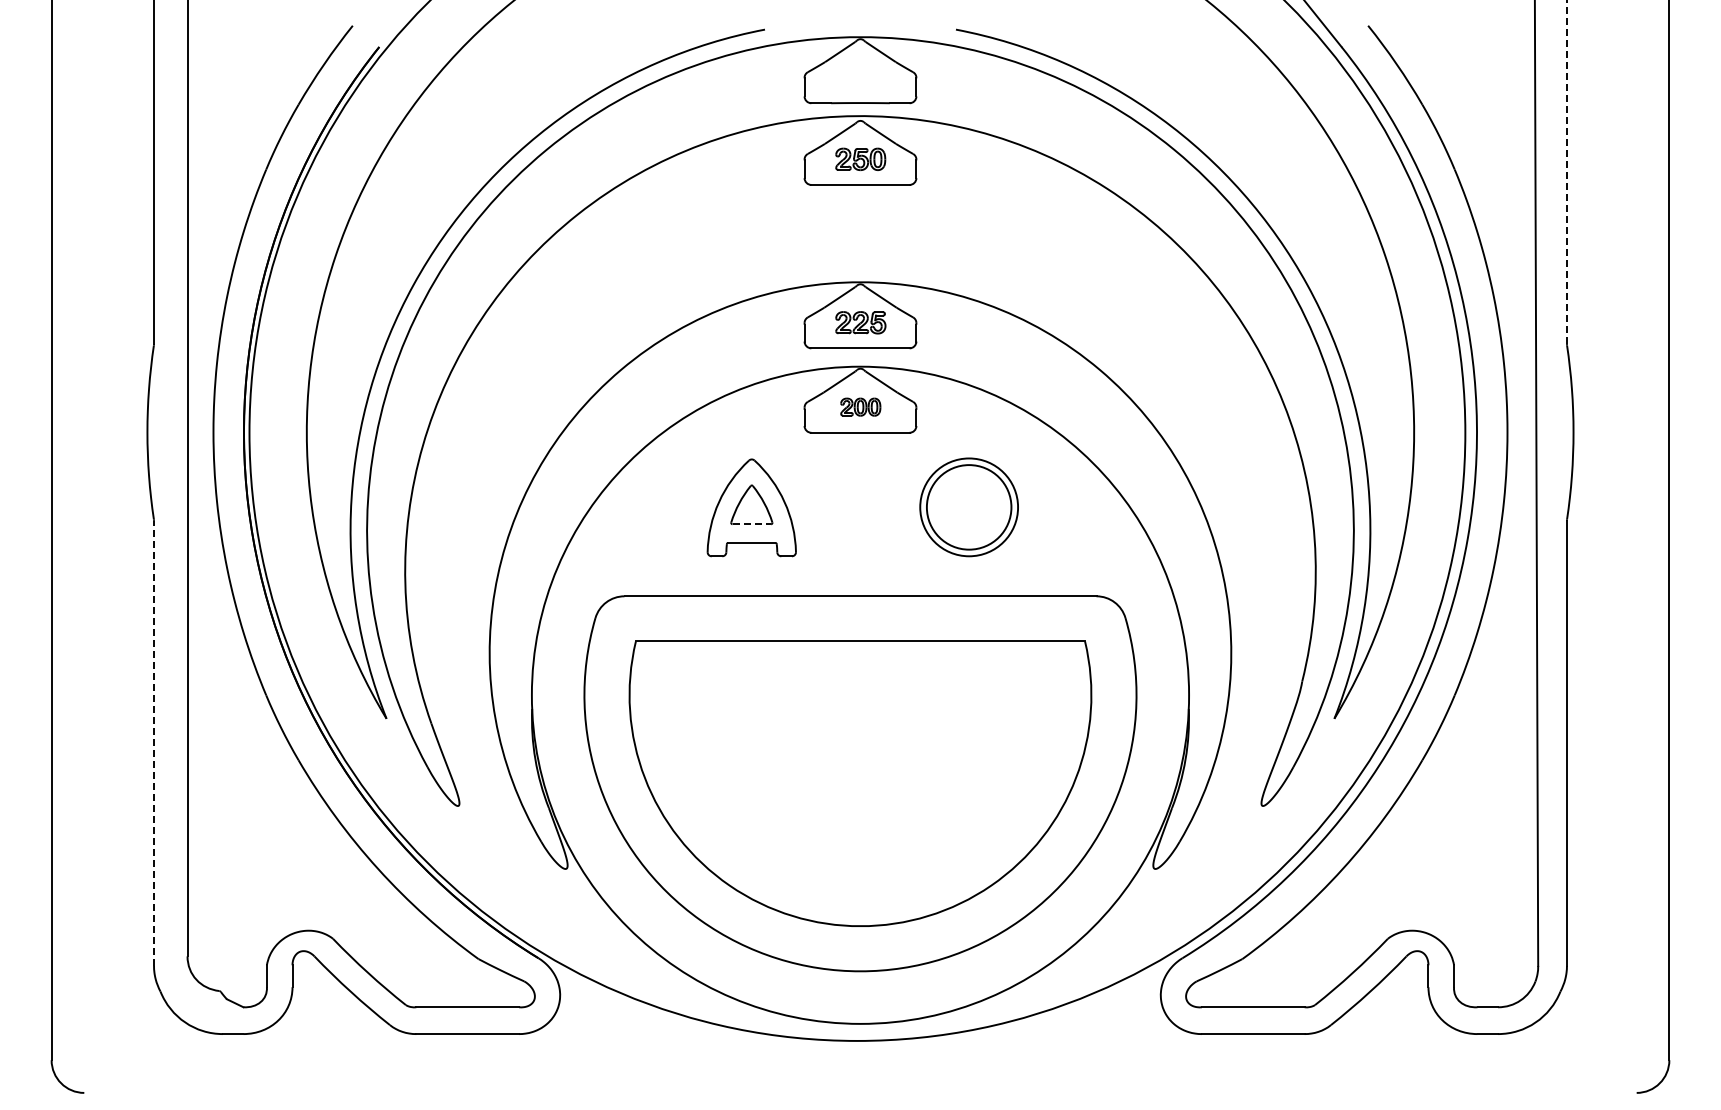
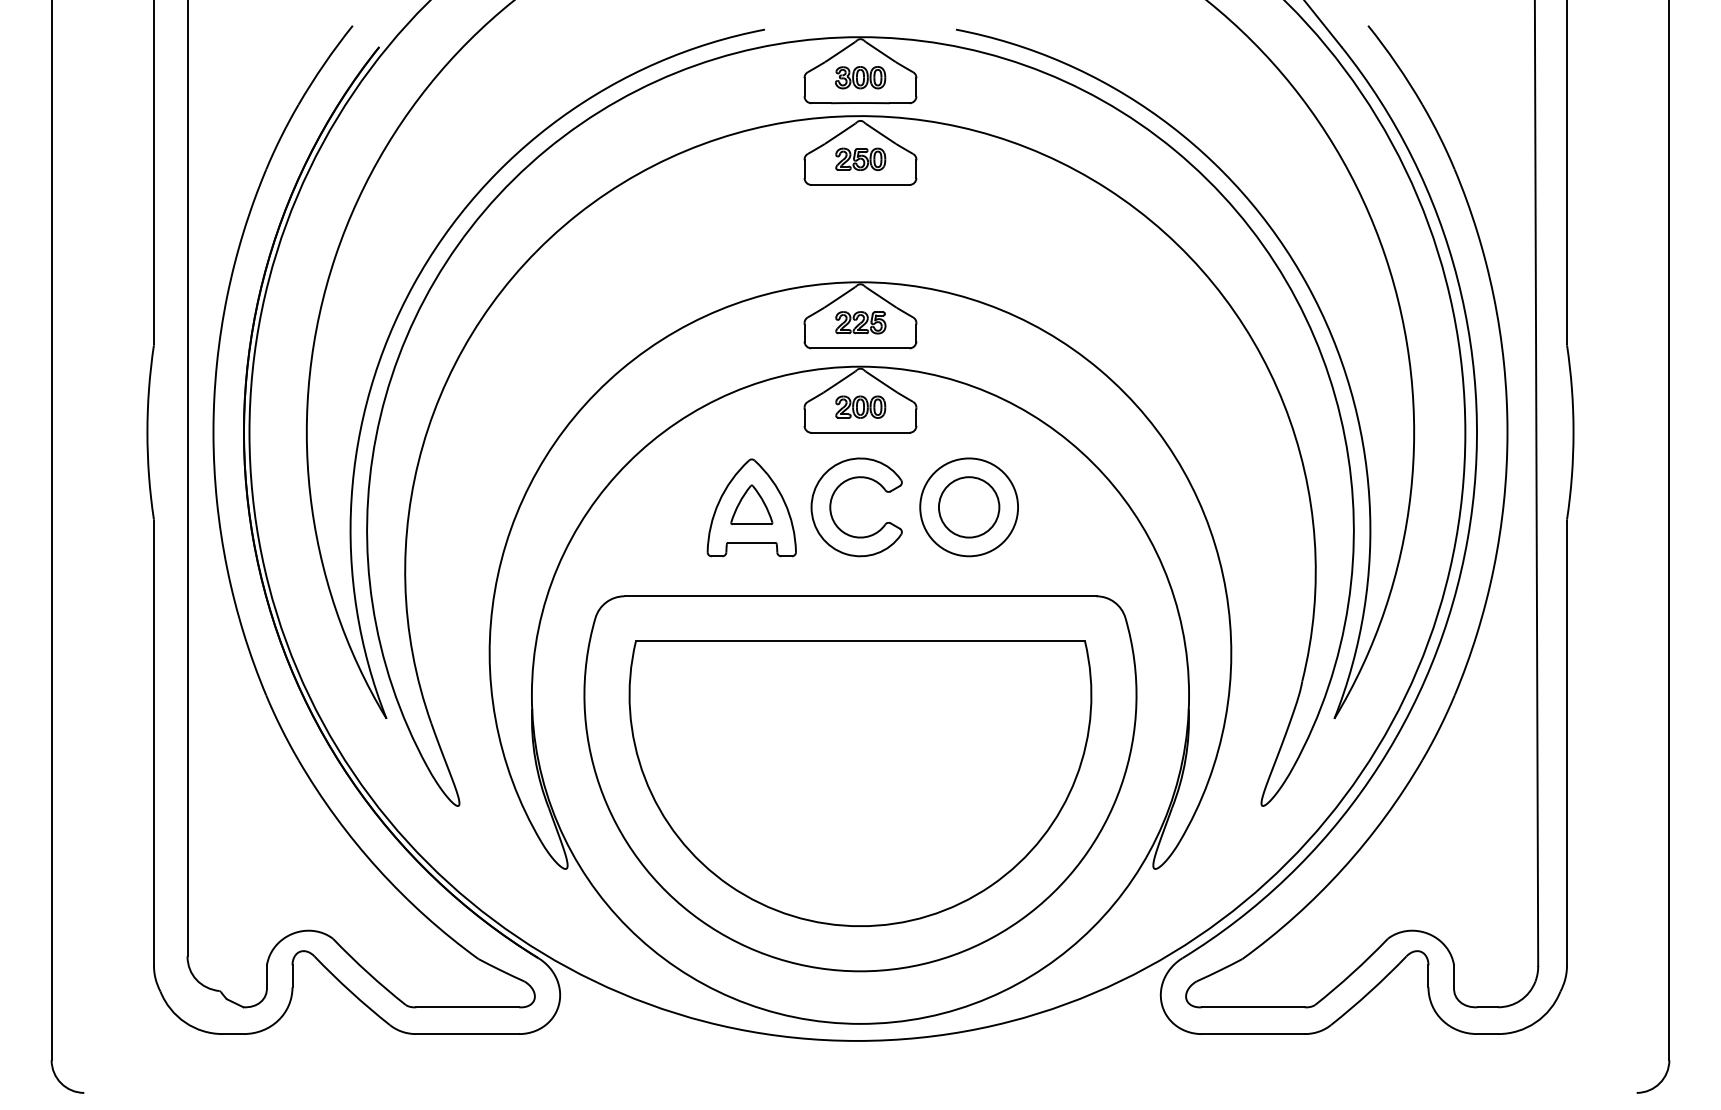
part at (860, 77): none -> present
line at (1566, 172): dashed -> solid
part at (860, 406) size: 42x20 px -> 52x24 px
part at (831, 507): none -> present
circle at (968, 507) diameter: 85 px -> 60 px
line at (752, 524): dashed -> solid
line at (154, 743): dashed -> solid
